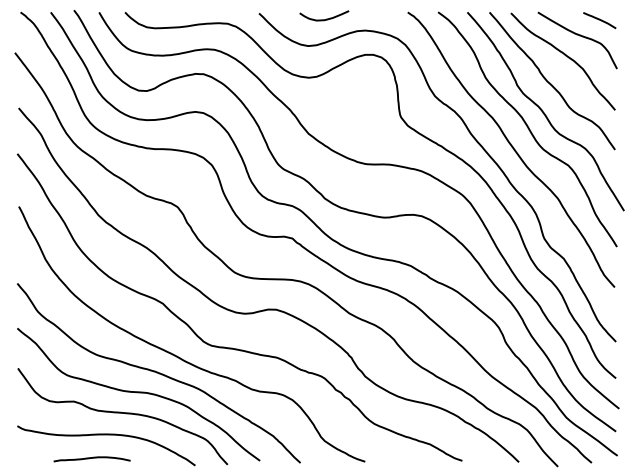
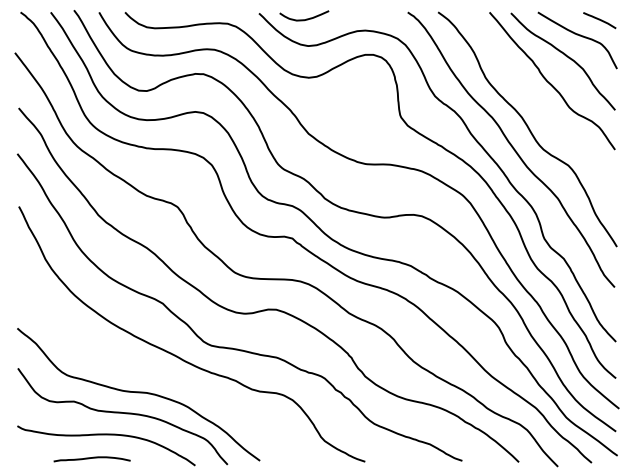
curve at (326, 18) position: (326, 18) -> (306, 18)
curve at (544, 112): present -> none
curve at (158, 373): present -> none
